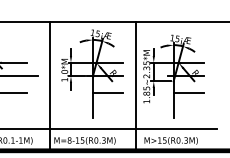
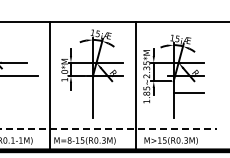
line at (14, 93): present -> none
line at (107, 93): present -> none
line at (108, 129): solid -> dashed
